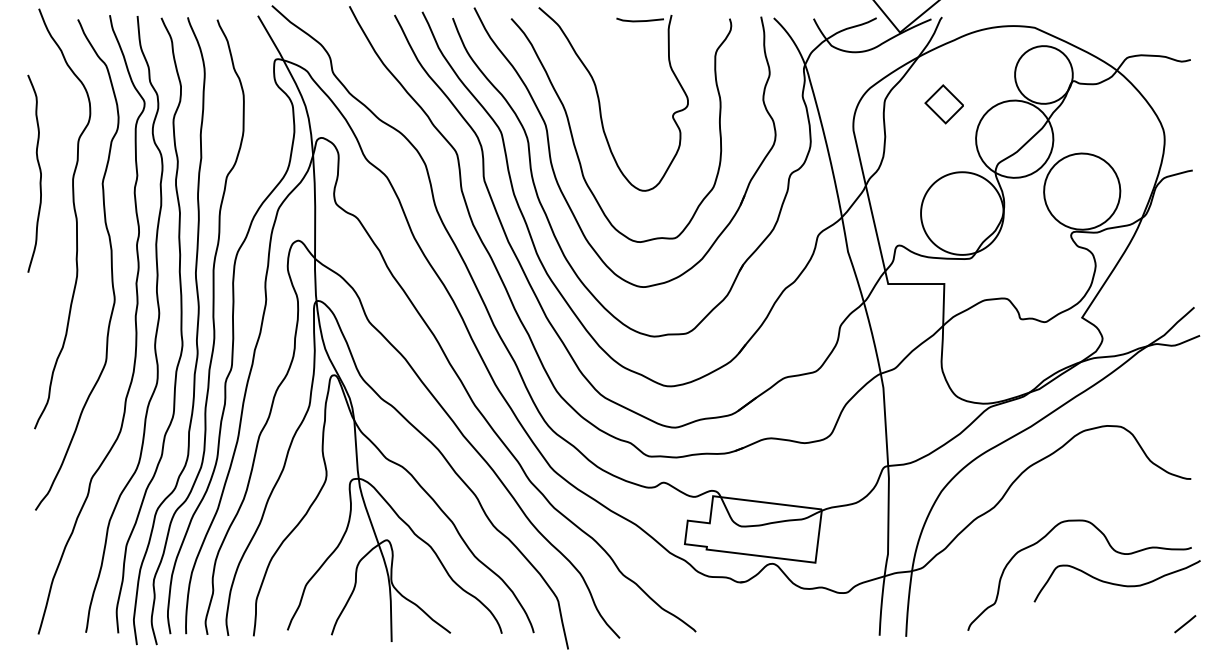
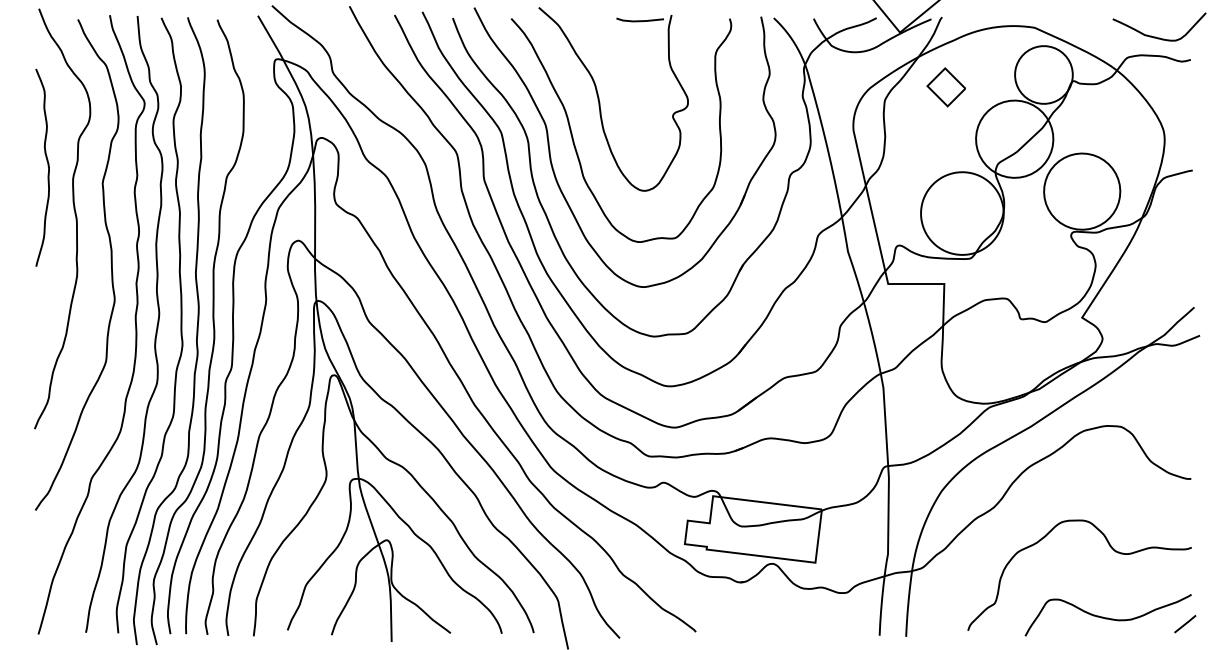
curve at (1155, 36): none -> present
part at (943, 104) position: (943, 104) -> (945, 87)
curve at (39, 172) position: (39, 172) -> (47, 166)
curve at (1116, 583) position: (1116, 583) -> (1107, 617)
